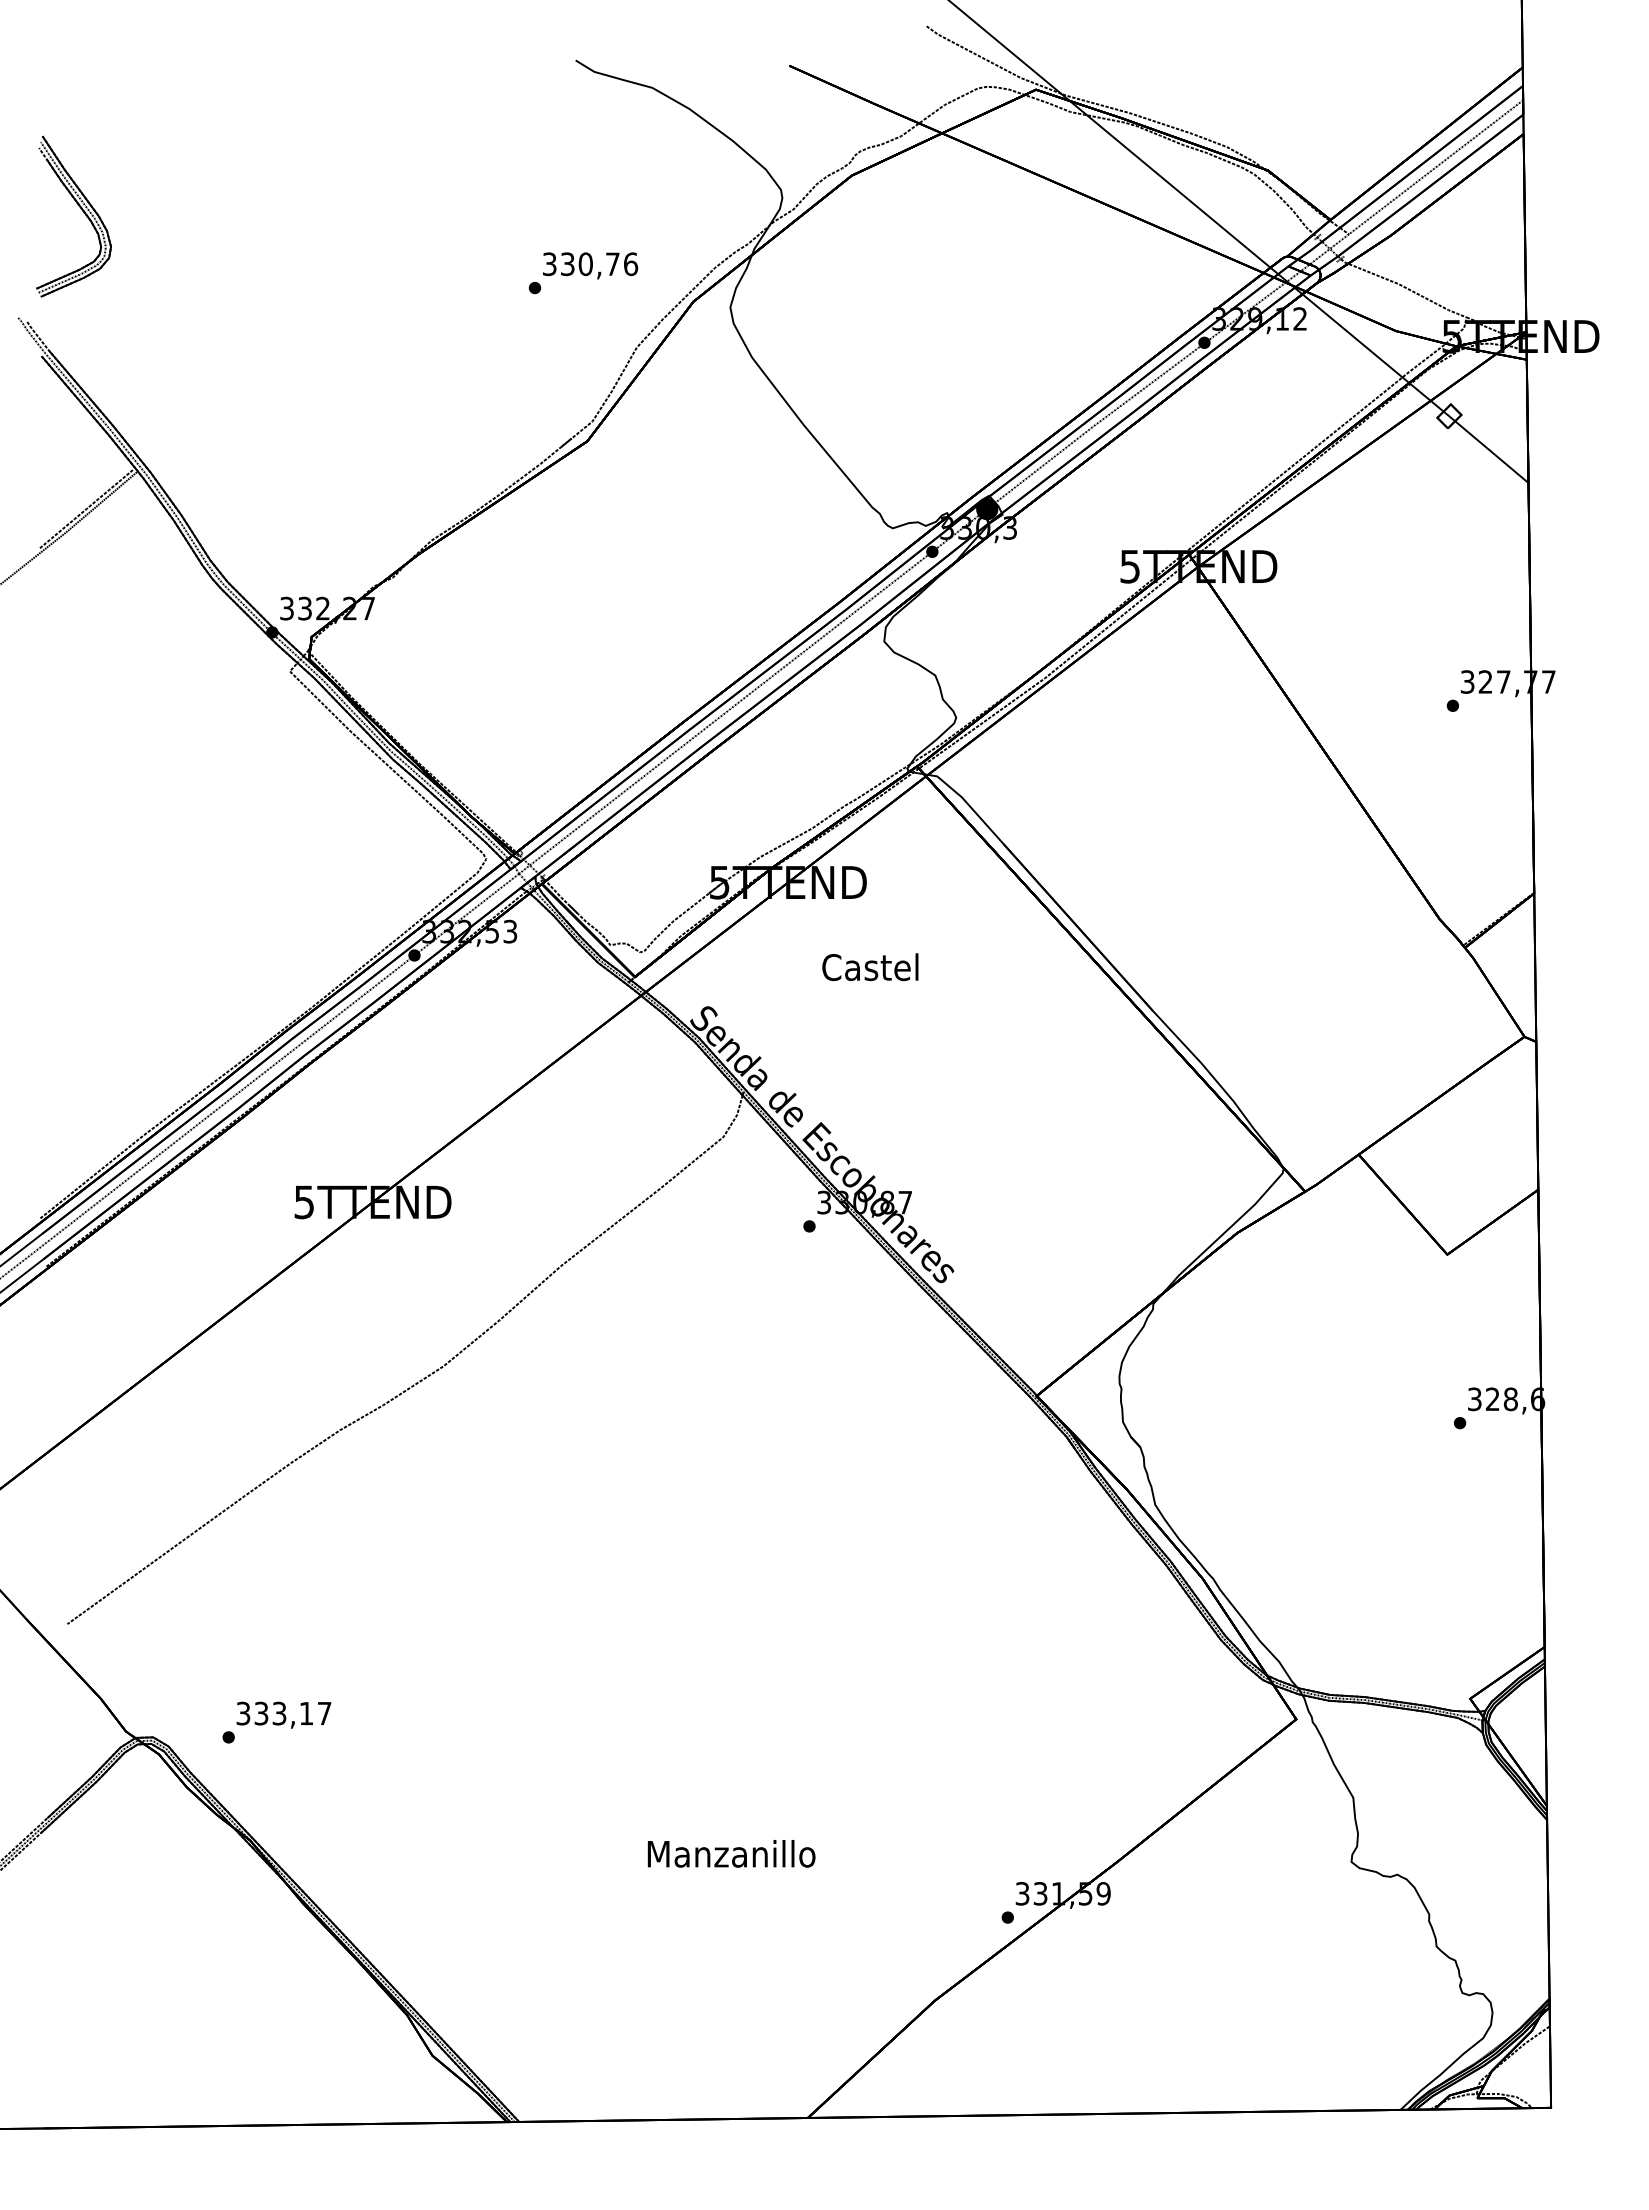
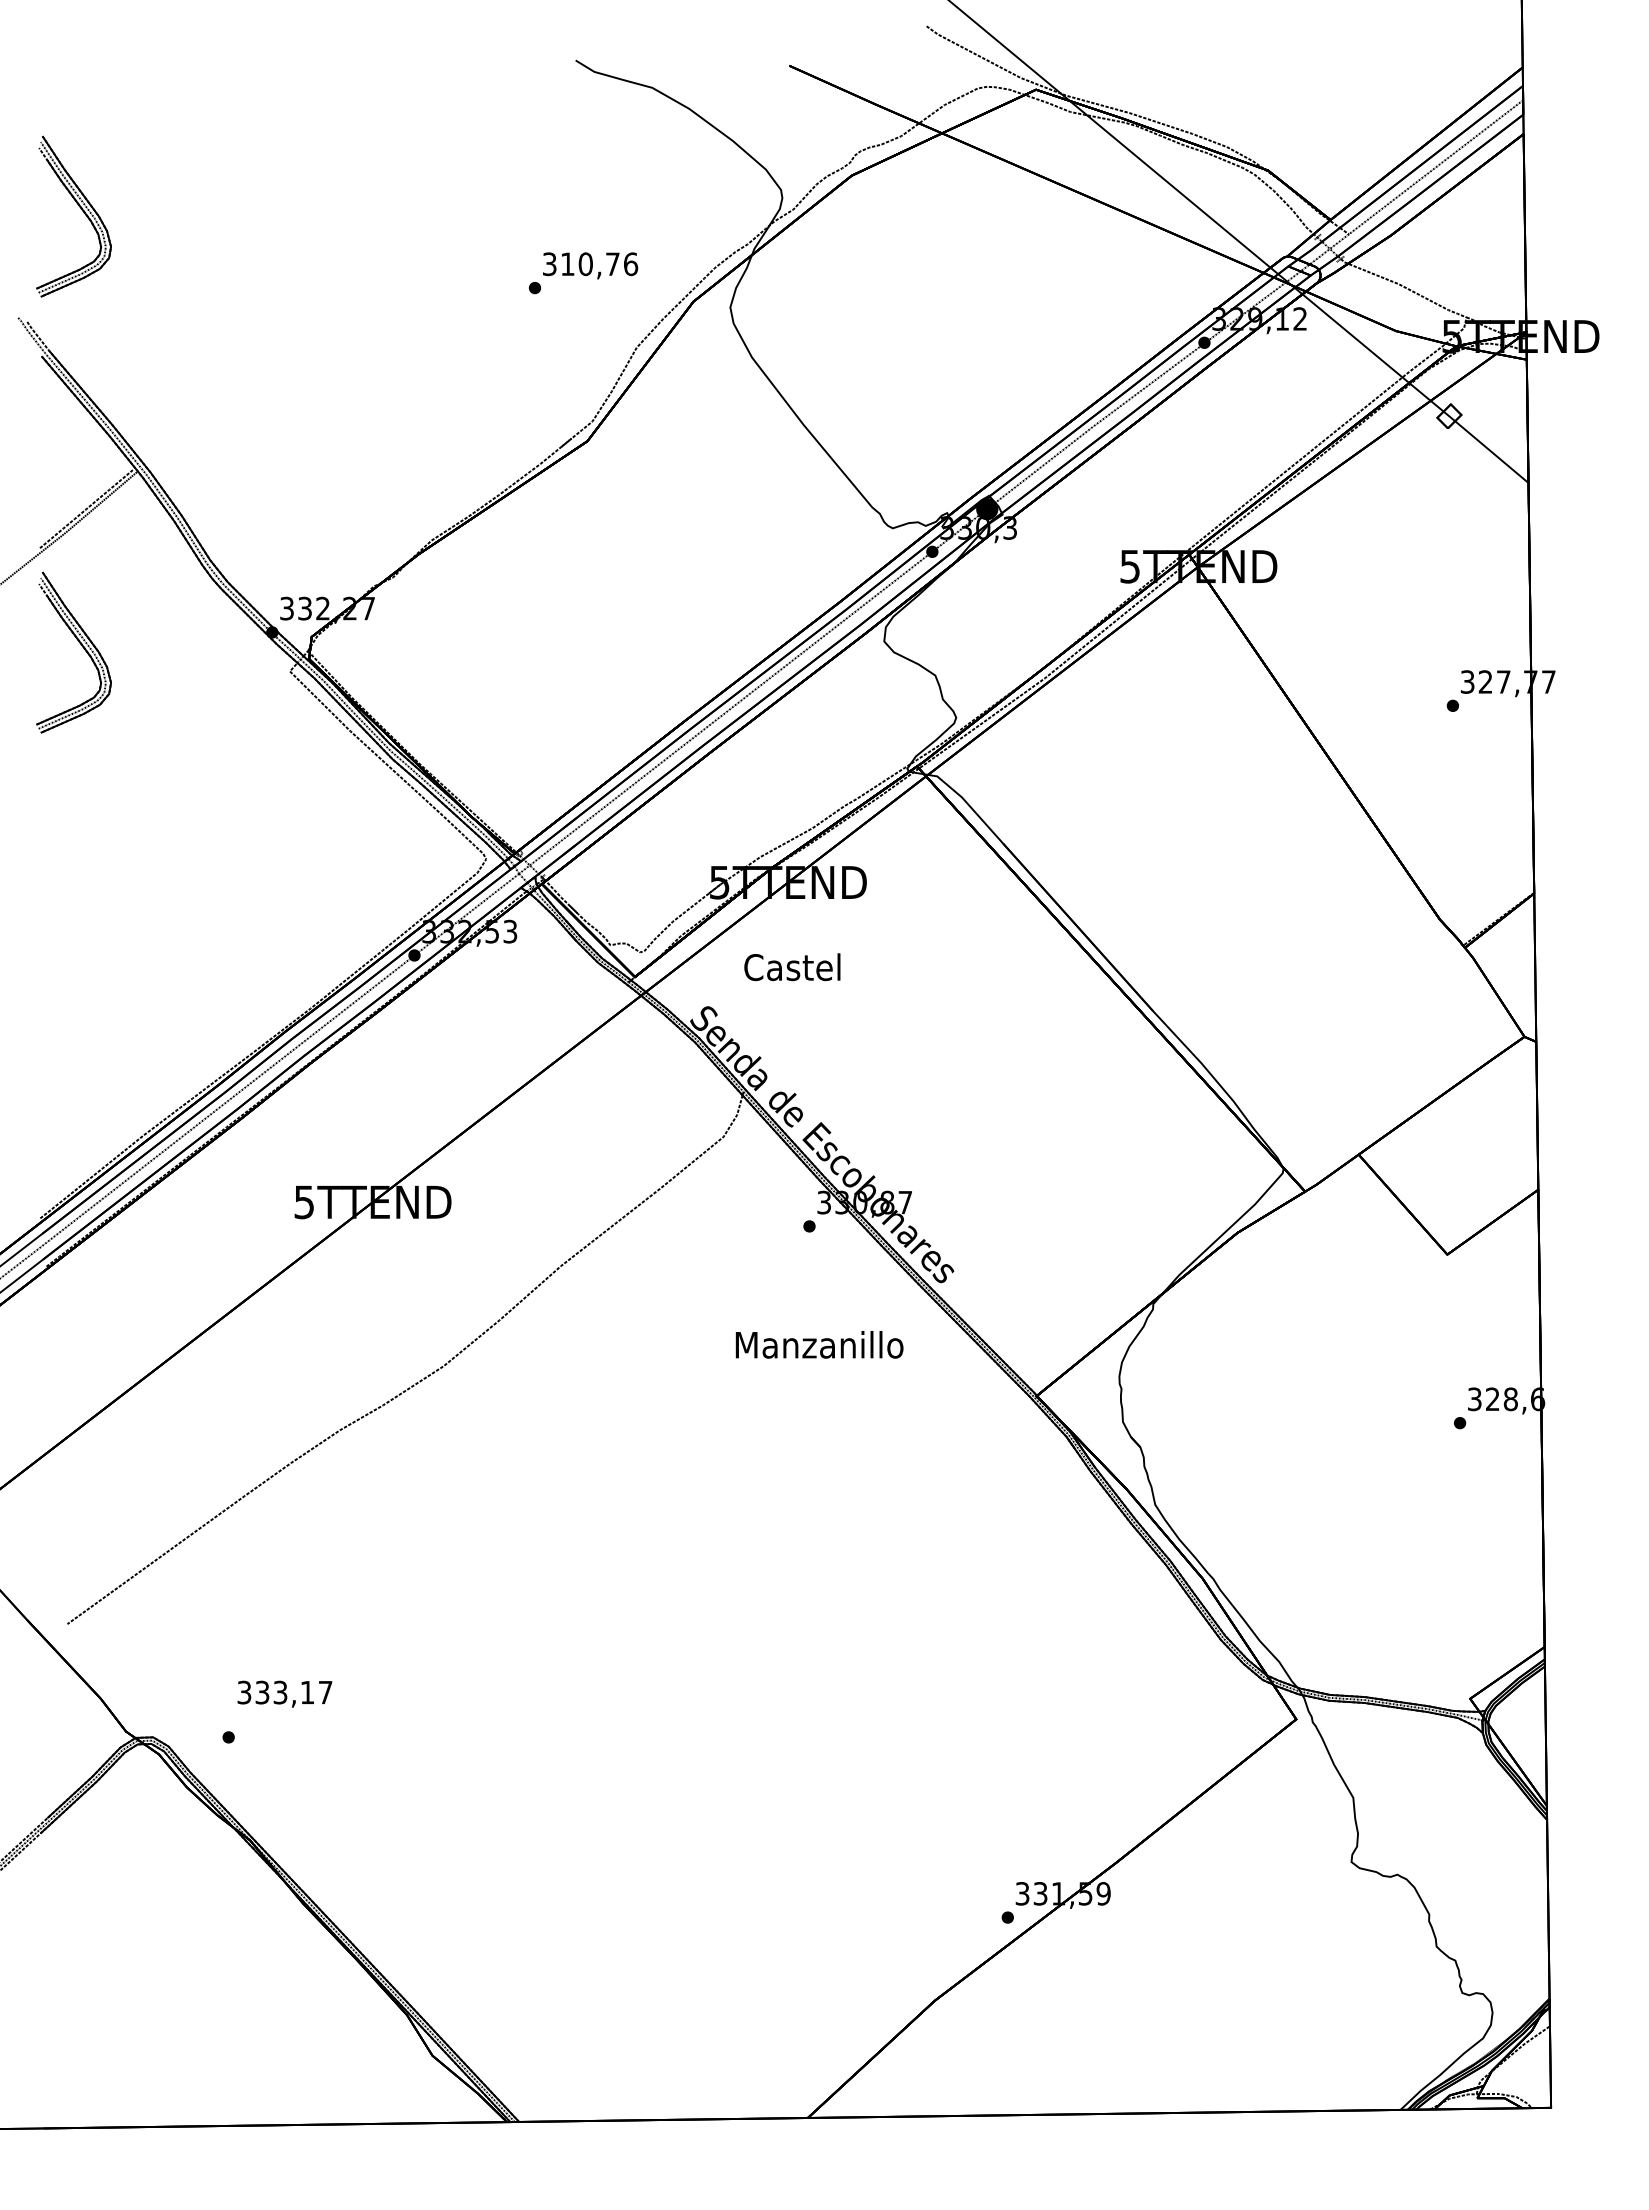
text at (567, 264): 330,76 -> 310,76
part at (81, 646): none -> present
text at (870, 967) position: (870, 967) -> (792, 967)
text at (283, 1714) position: (283, 1714) -> (284, 1693)
text at (731, 1853) position: (731, 1853) -> (819, 1344)
